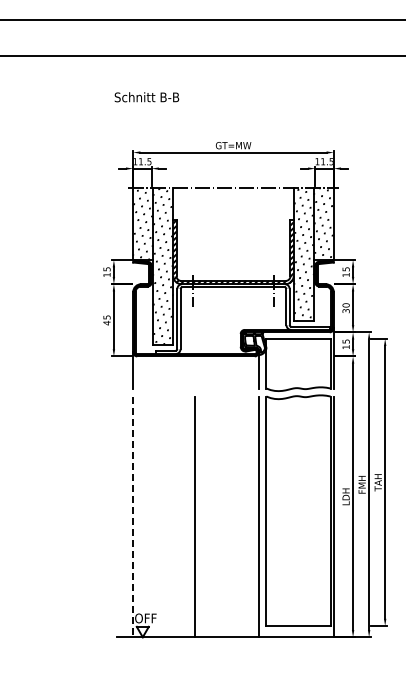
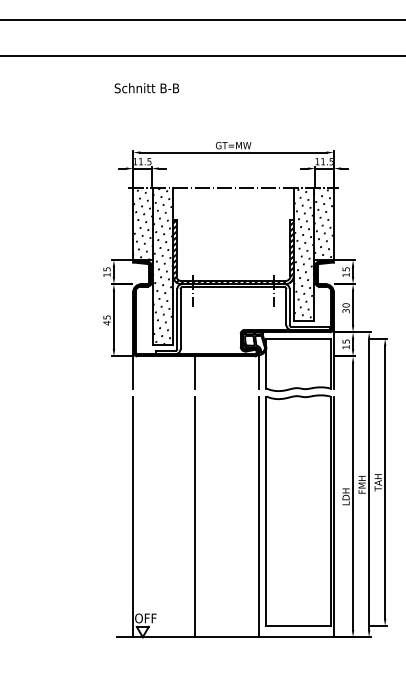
text at (146, 97) position: (146, 97) -> (146, 88)
line at (194, 372): none -> present
line at (133, 517): dashed -> solid
